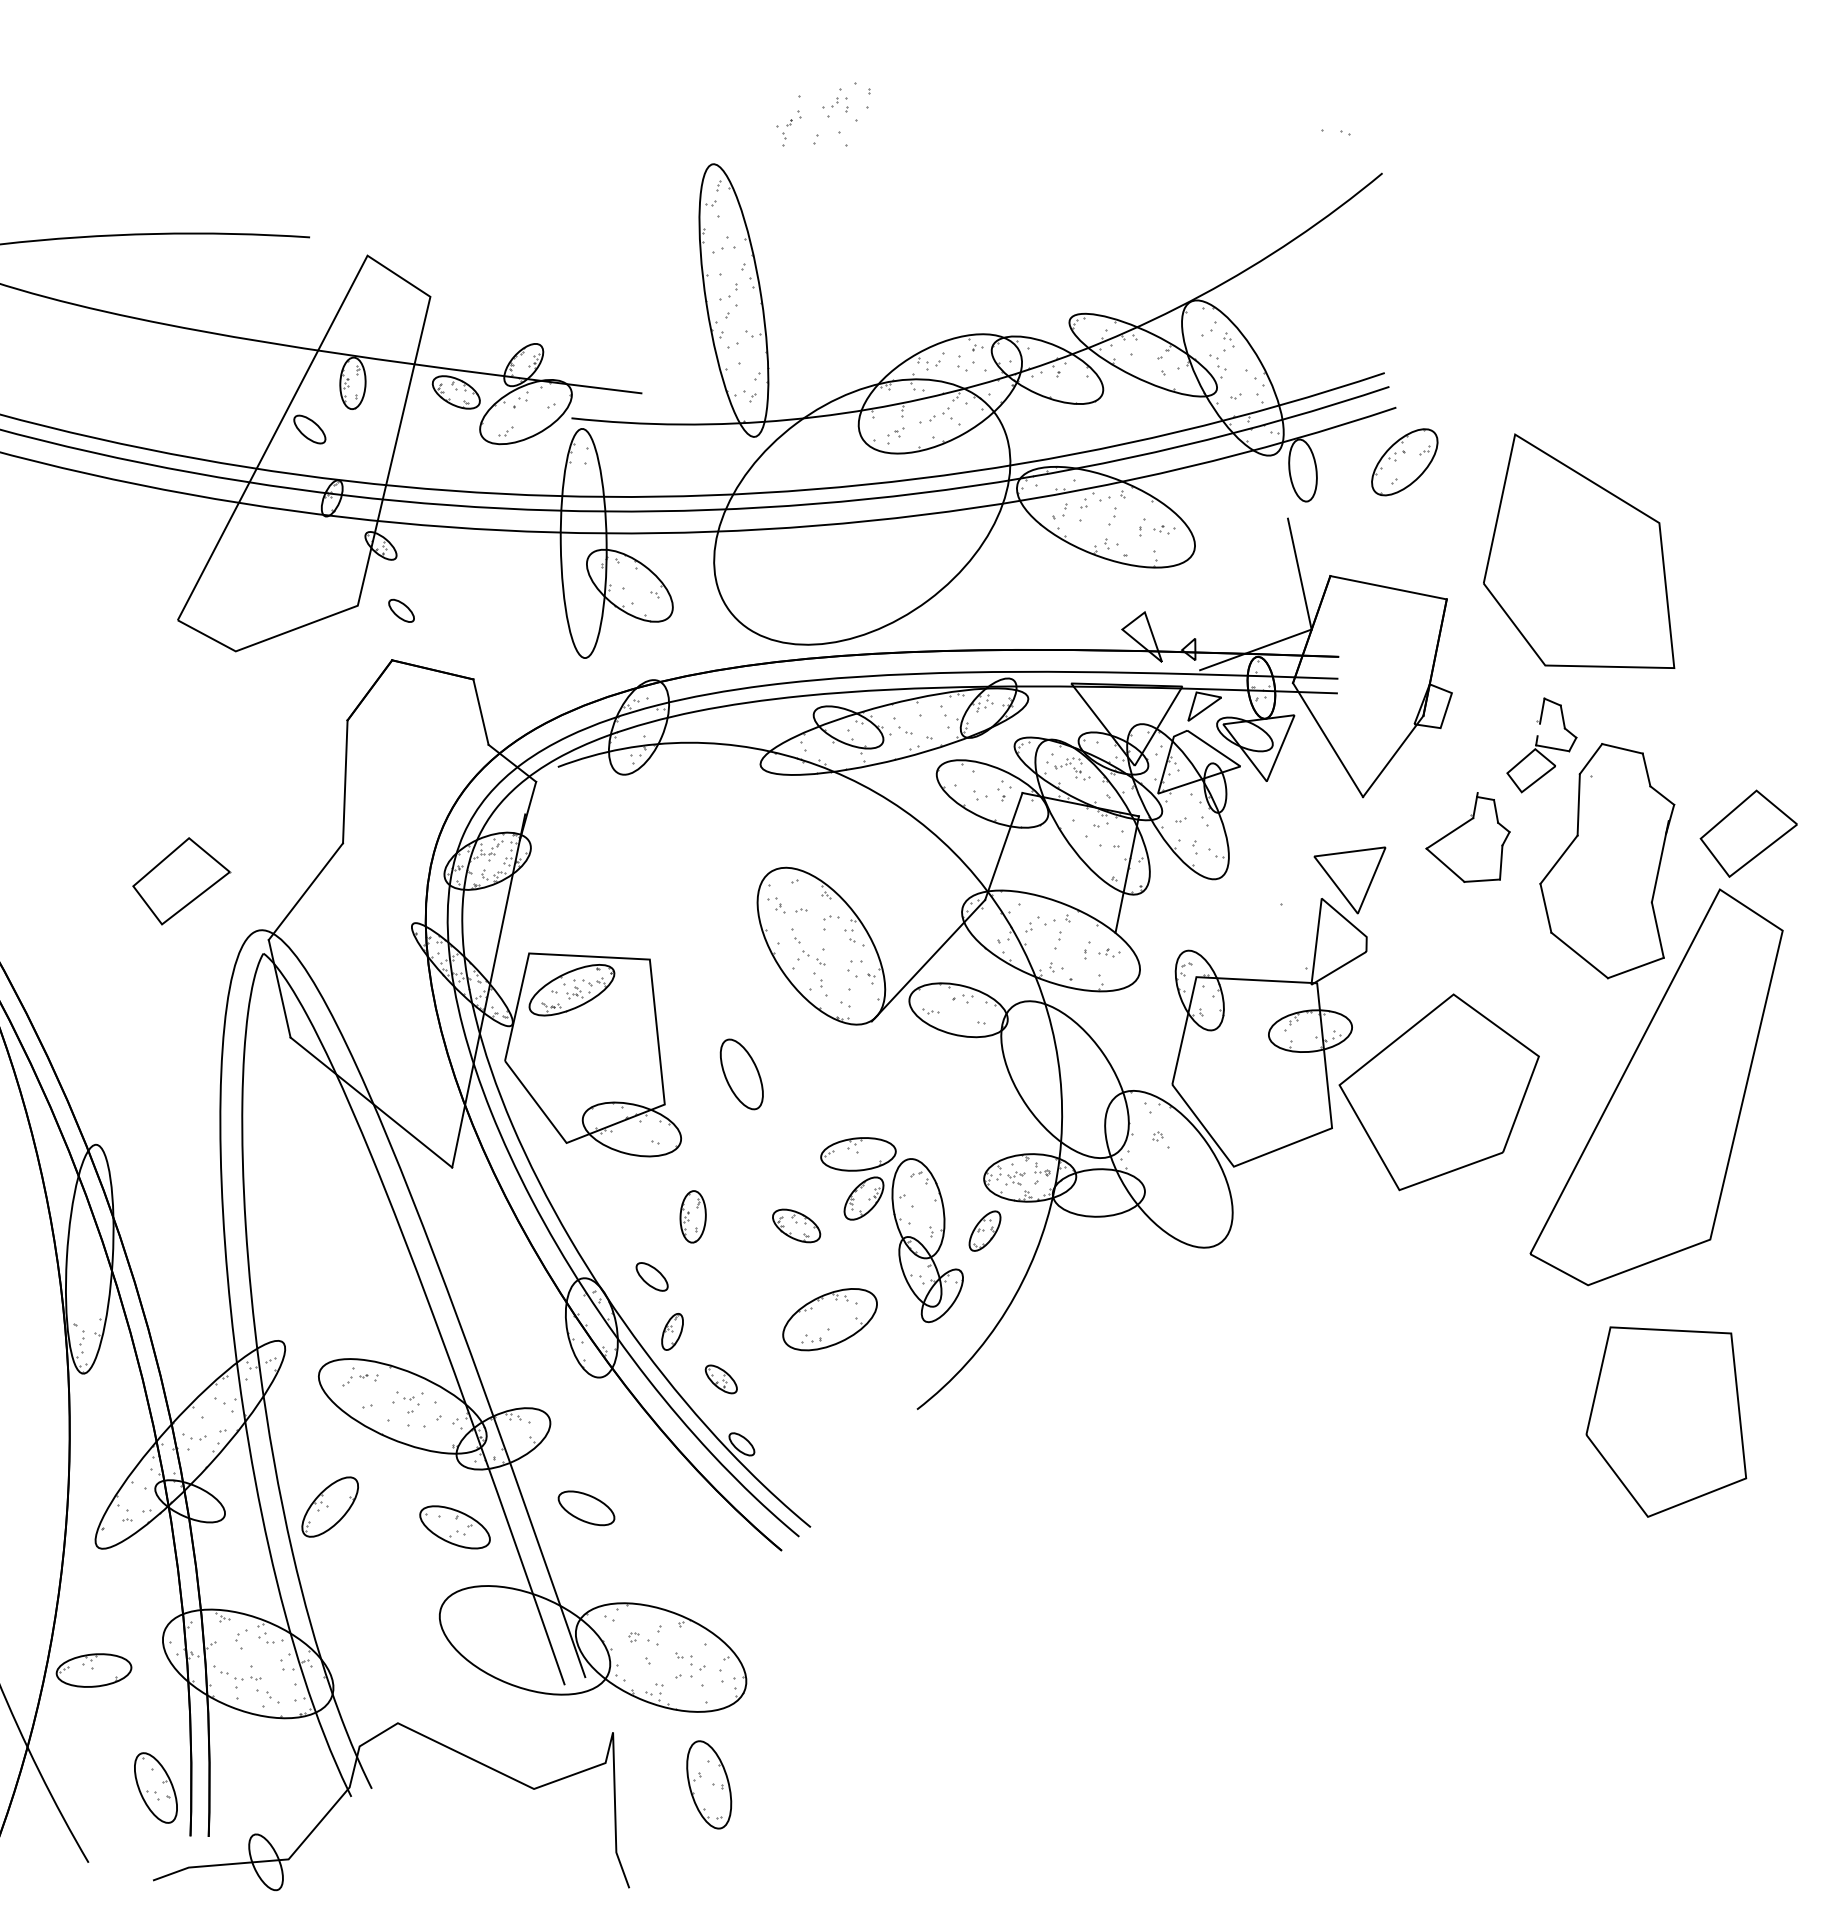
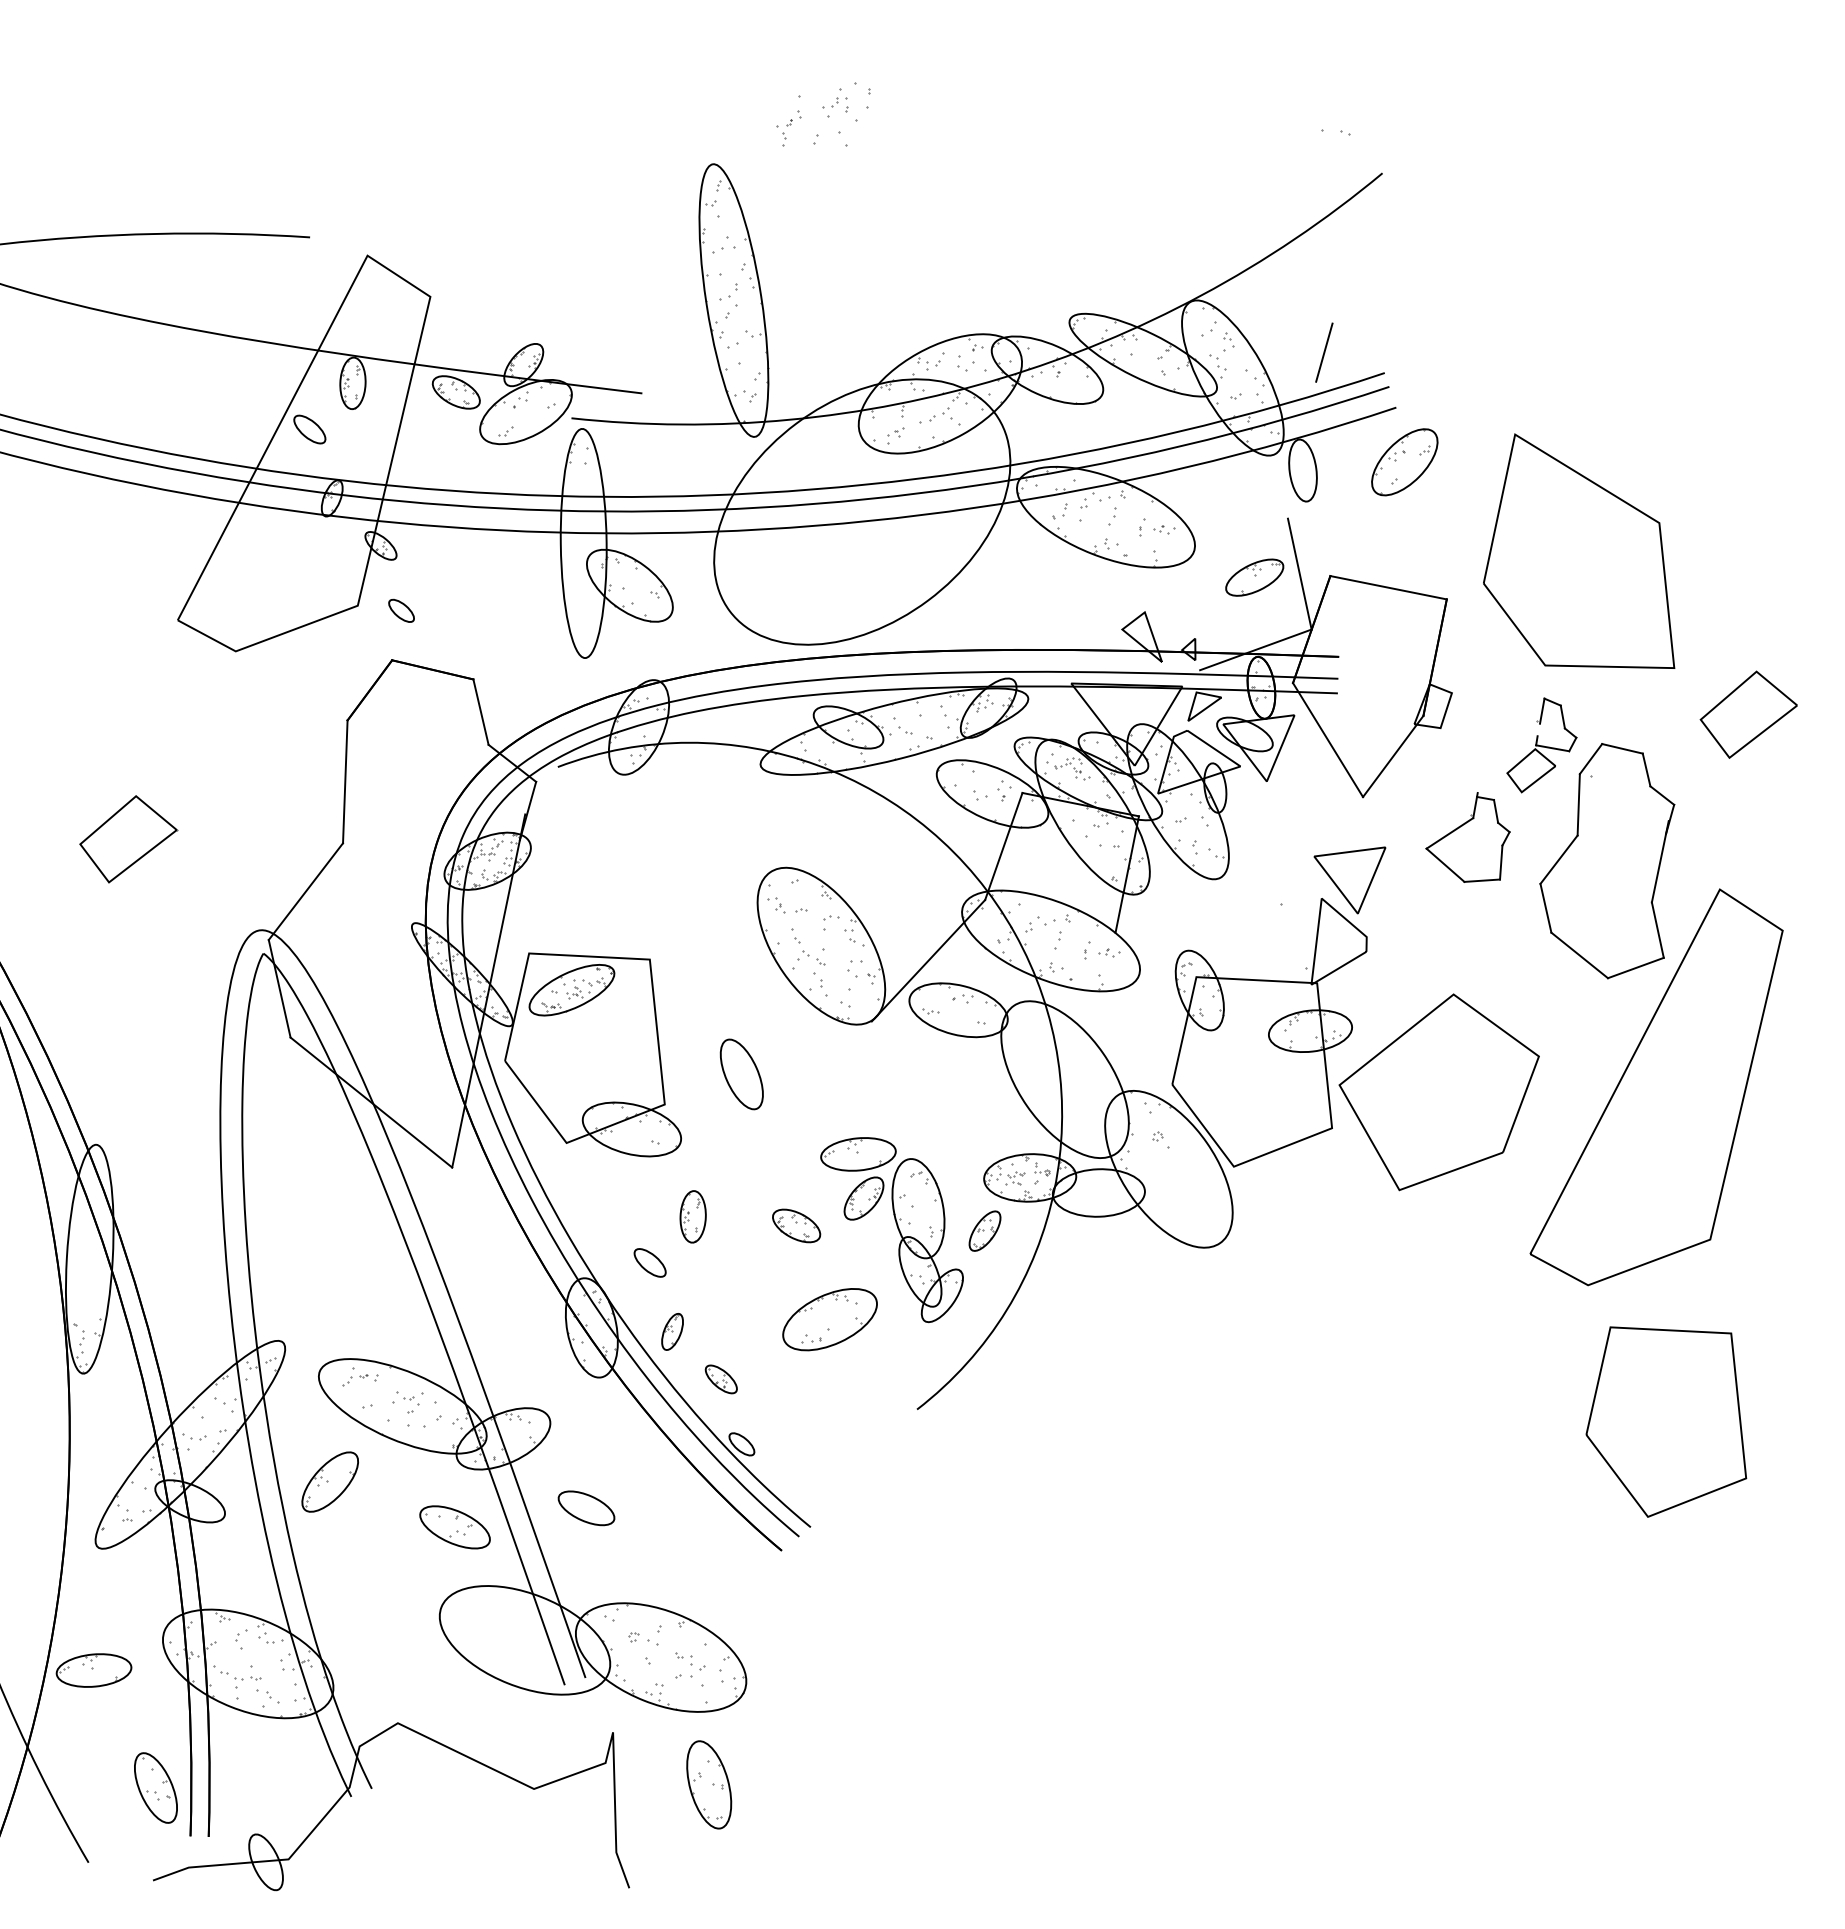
line at (1324, 352): none -> present
part at (1254, 577): none -> present
part at (1748, 833) position: (1748, 833) -> (1748, 714)
part at (181, 881) position: (181, 881) -> (128, 839)
part at (651, 1276) position: (651, 1276) -> (649, 1262)
part at (329, 1506) position: (329, 1506) -> (329, 1481)
